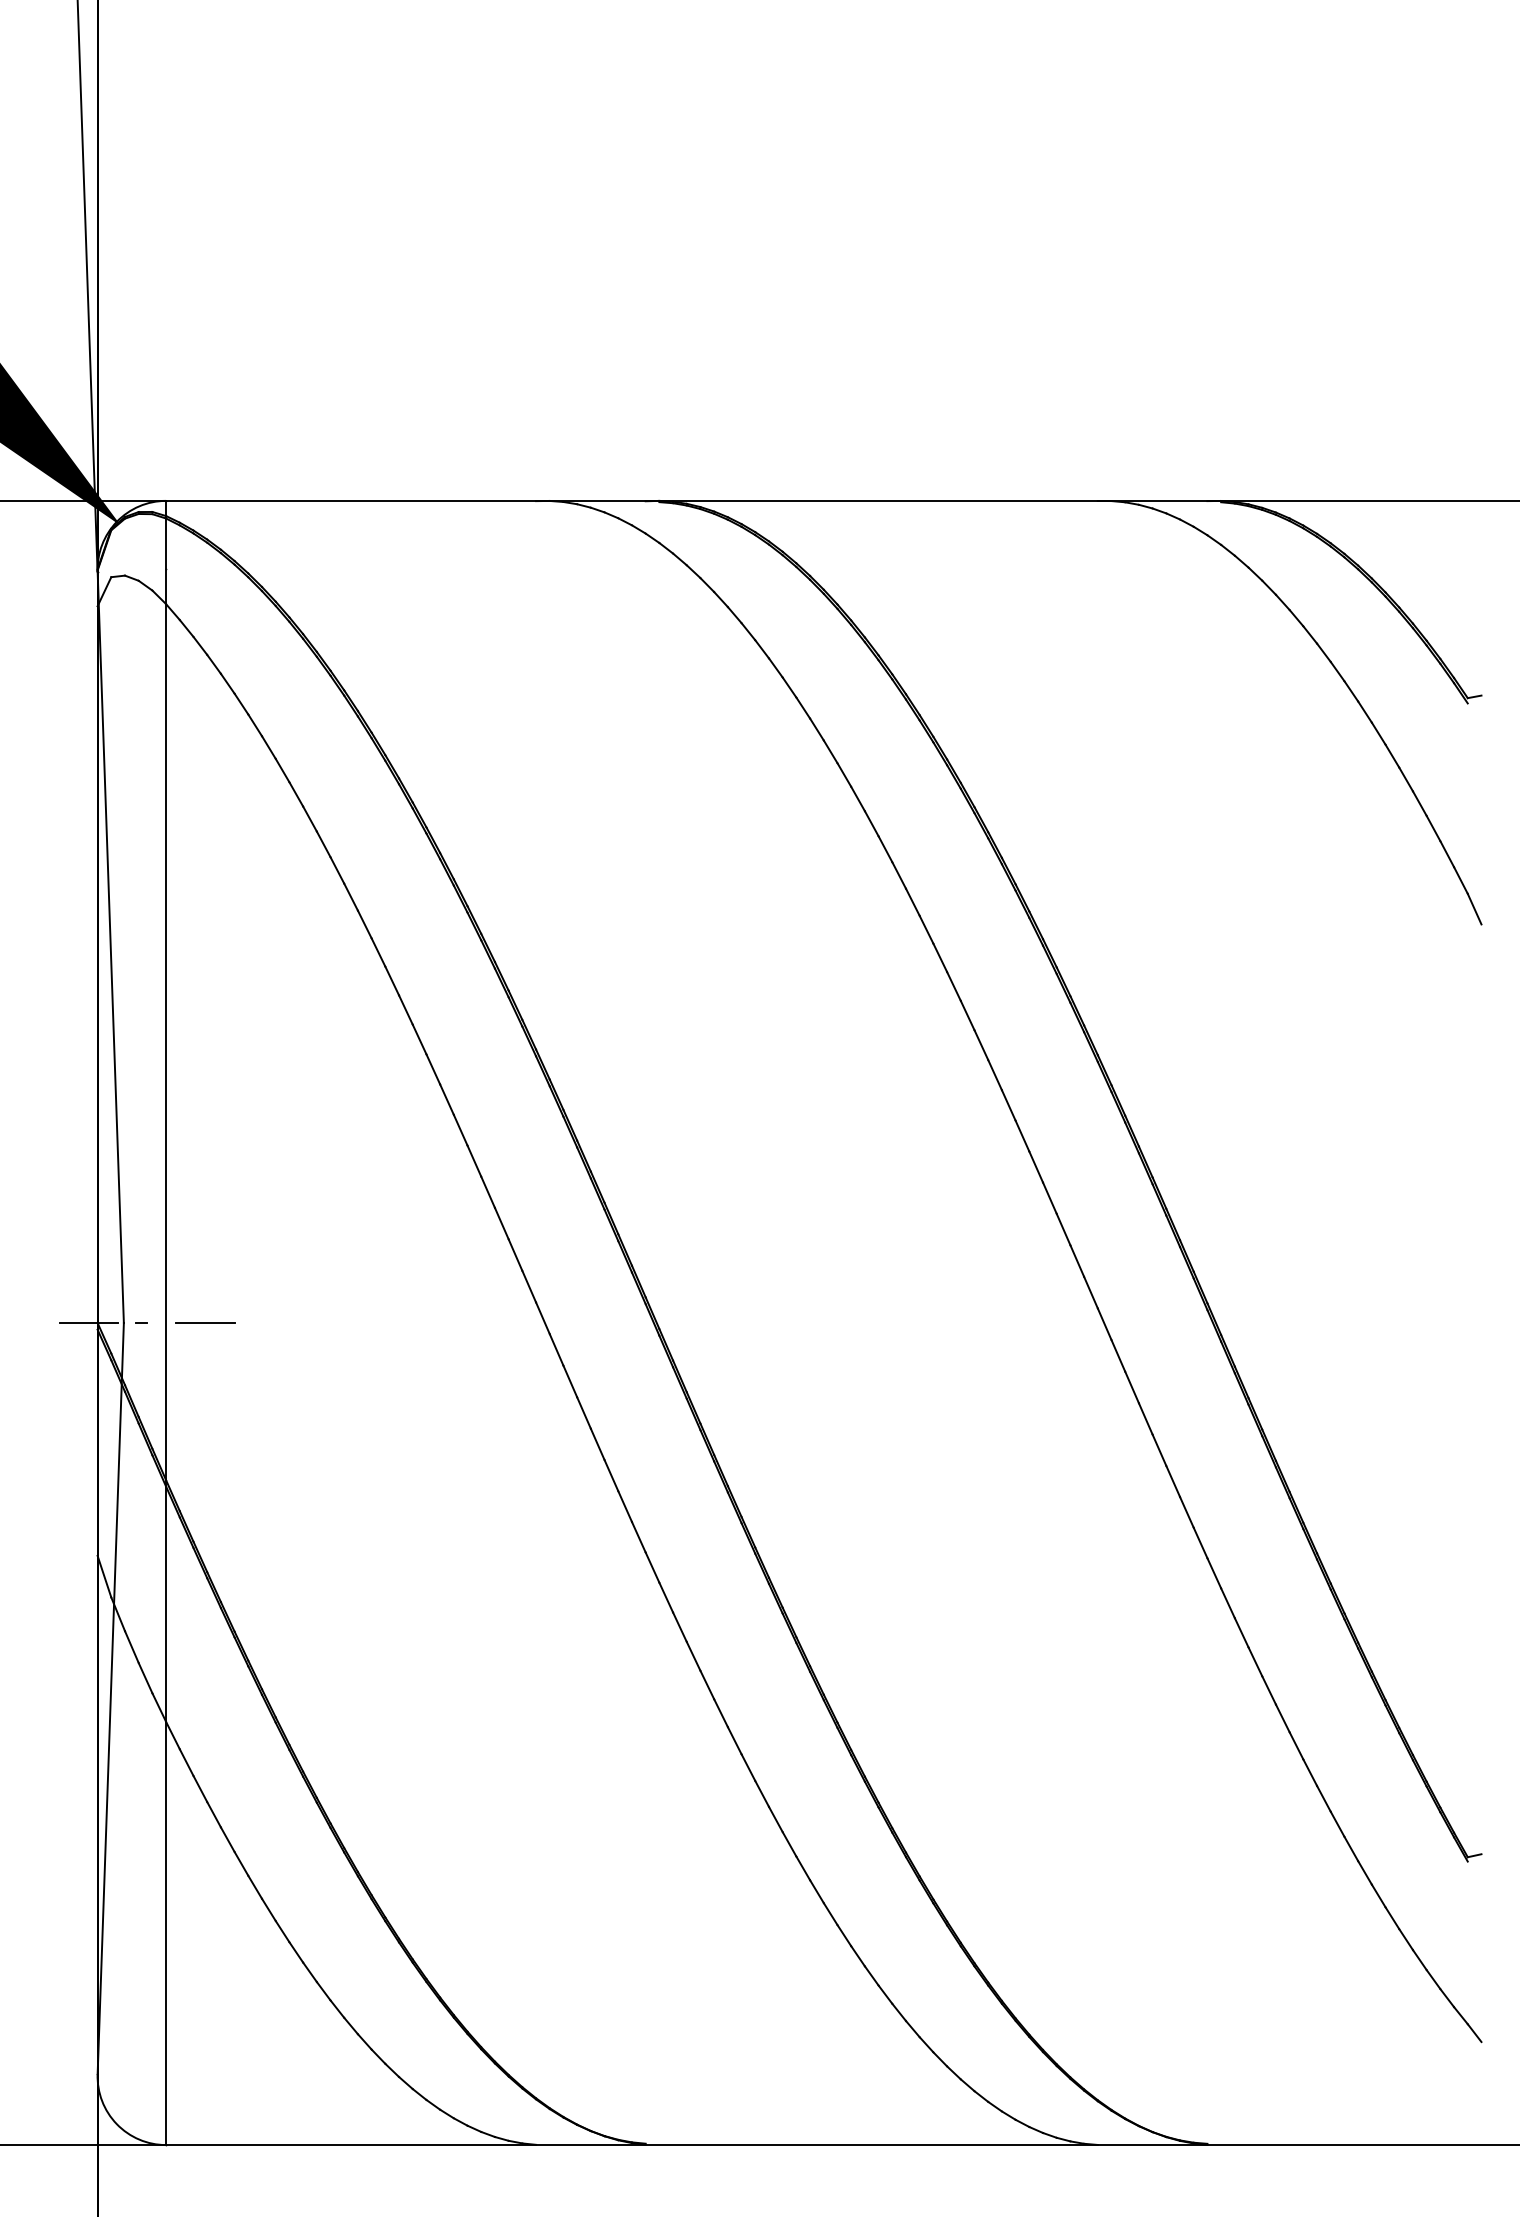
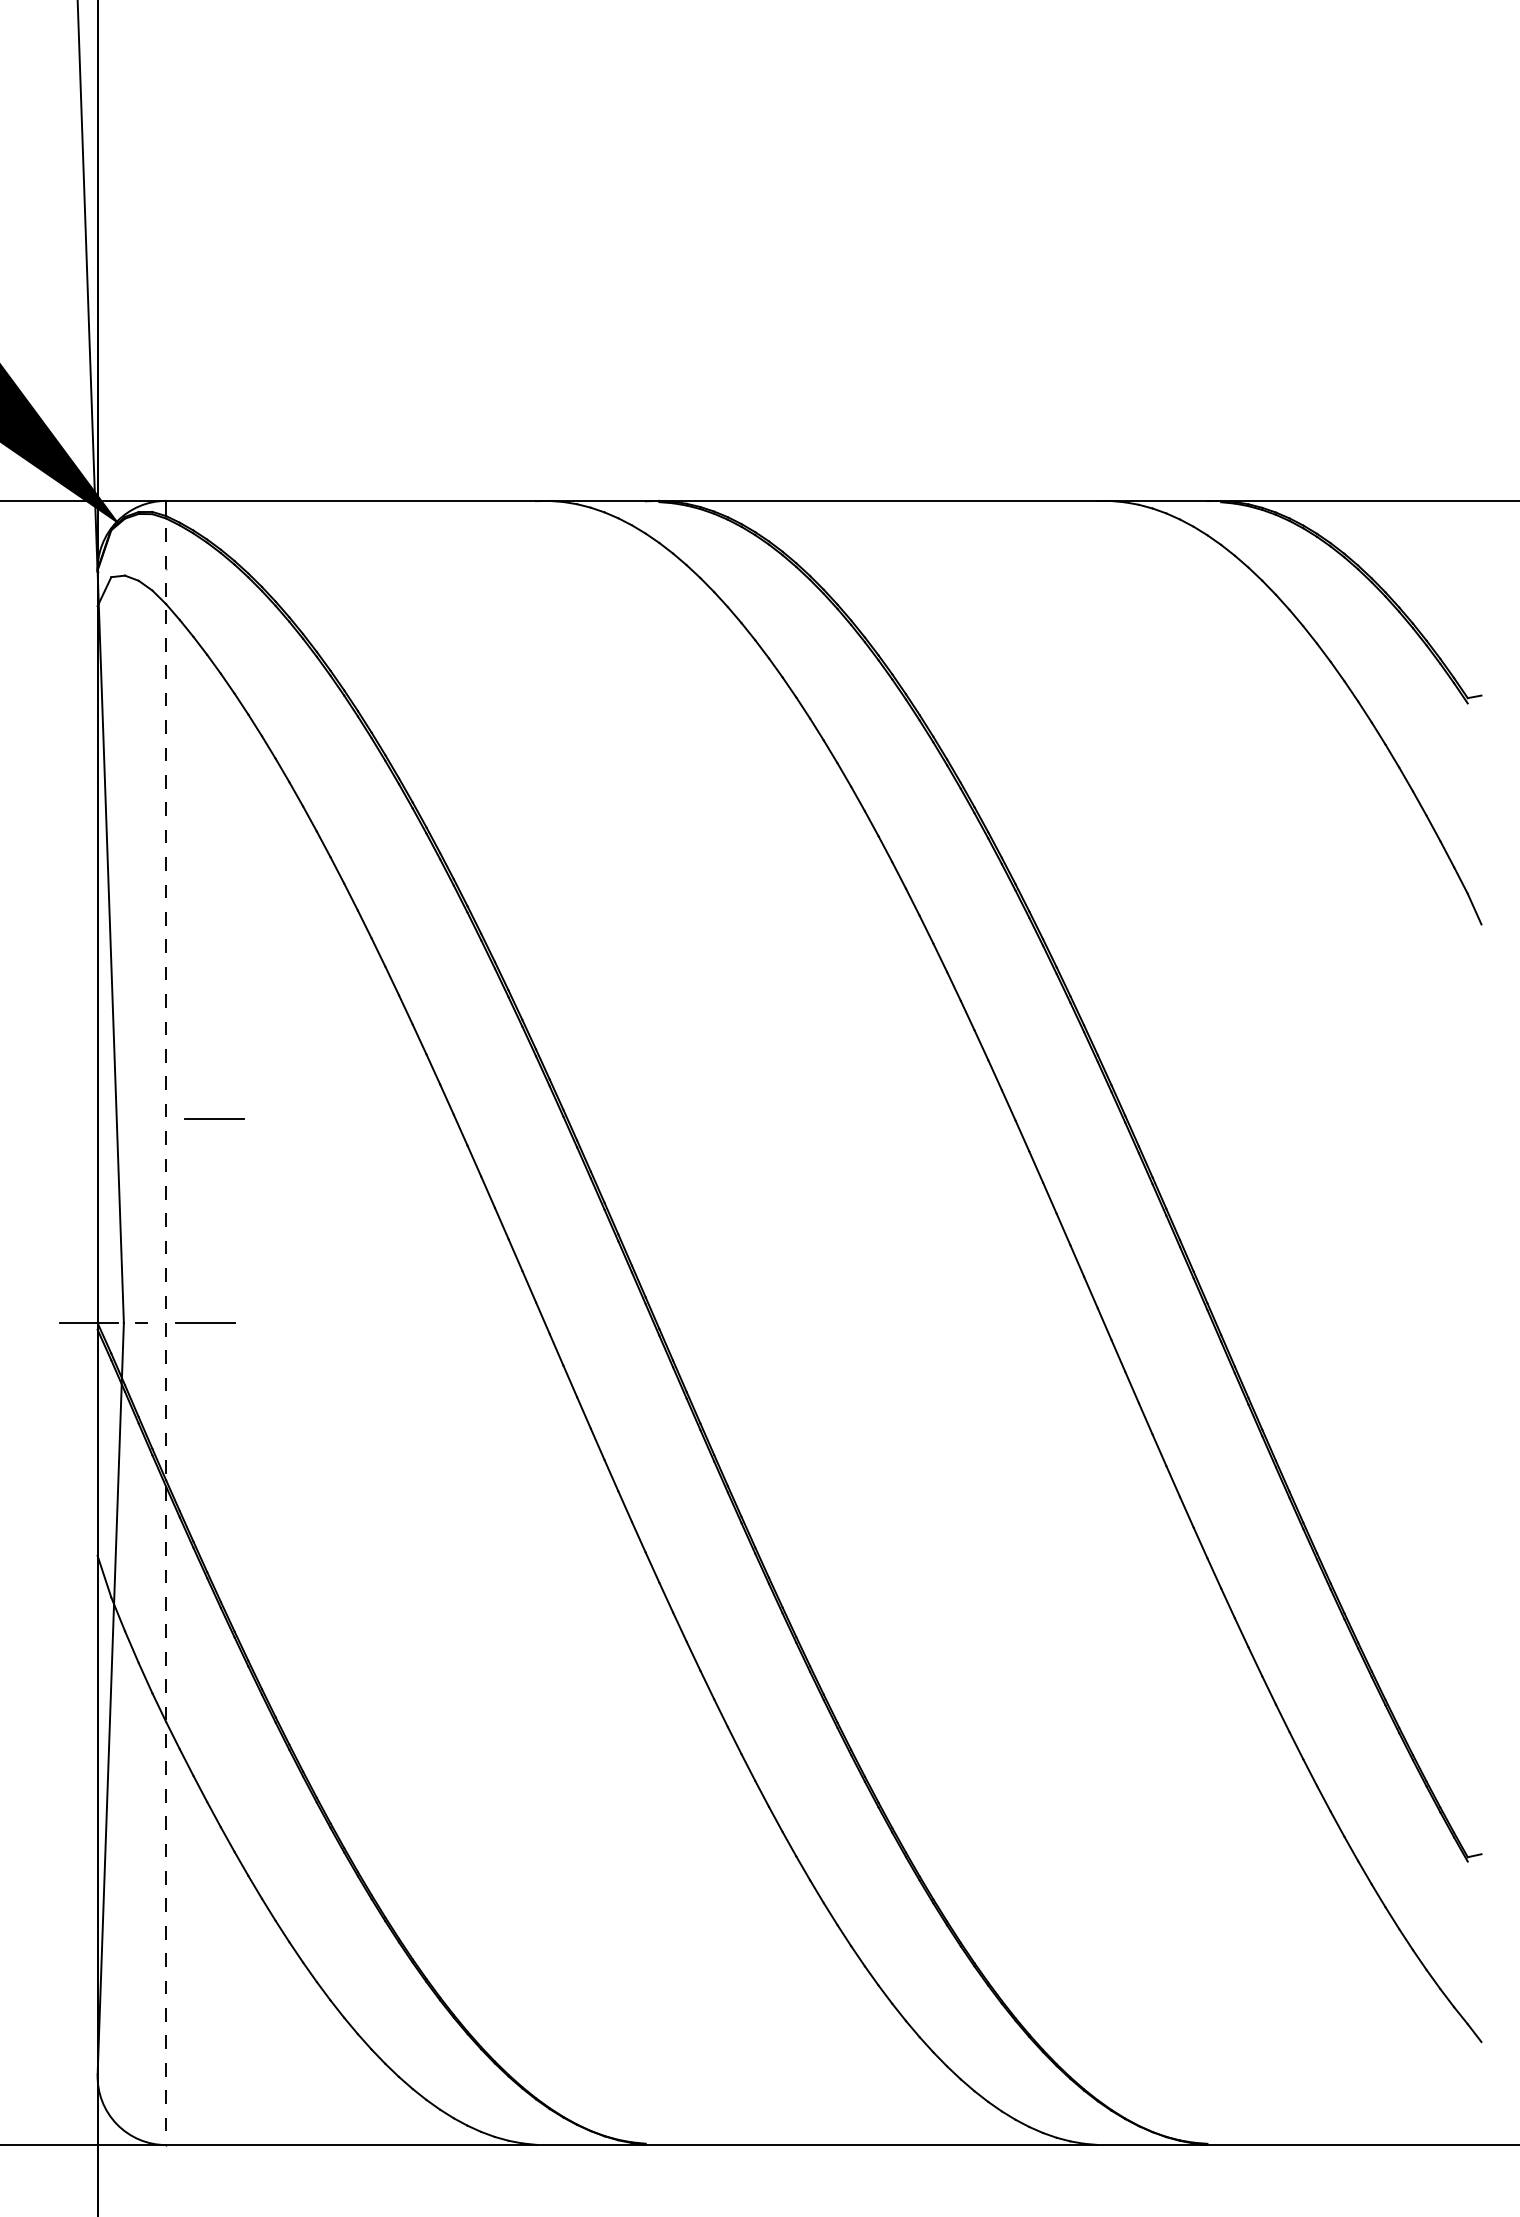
line at (214, 1118): none -> present
line at (166, 1323): solid -> dashed
